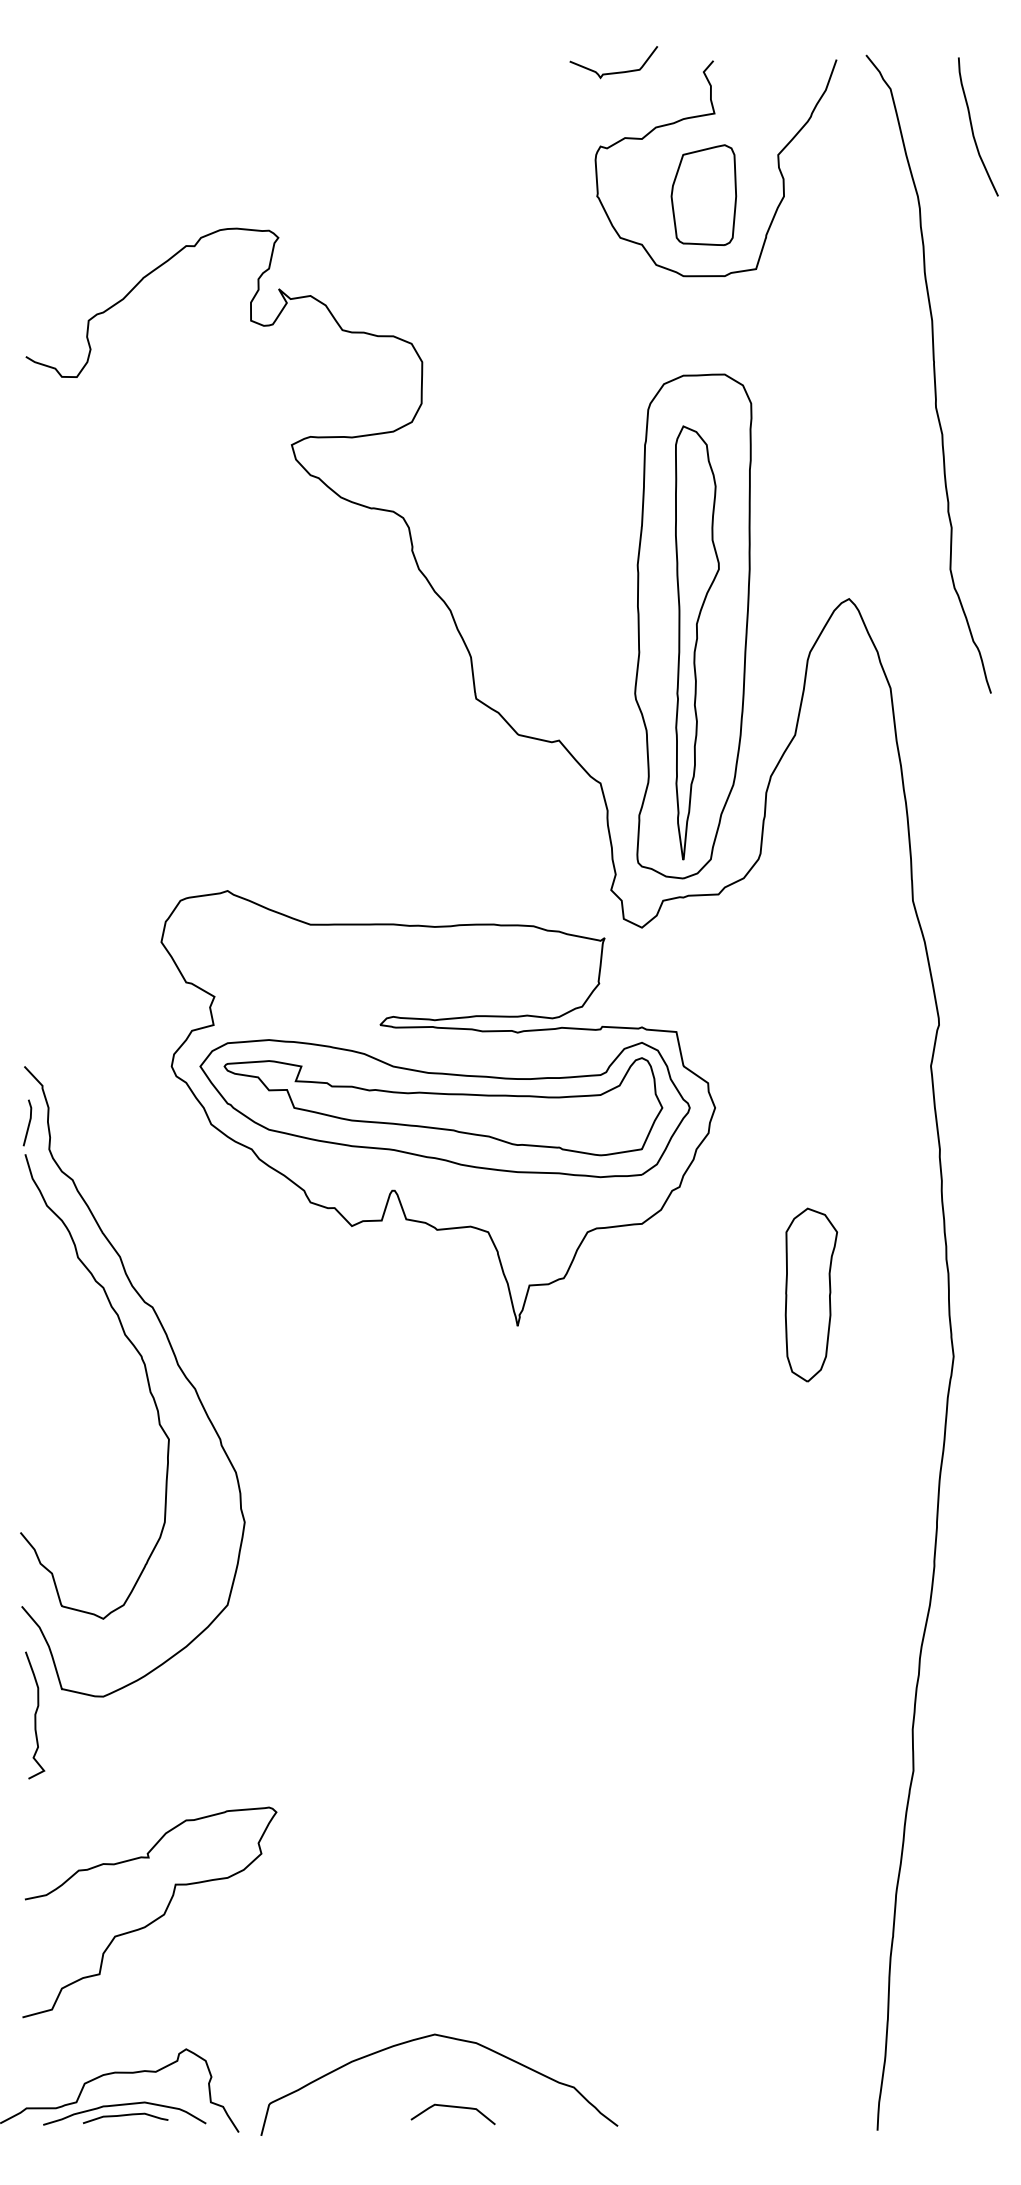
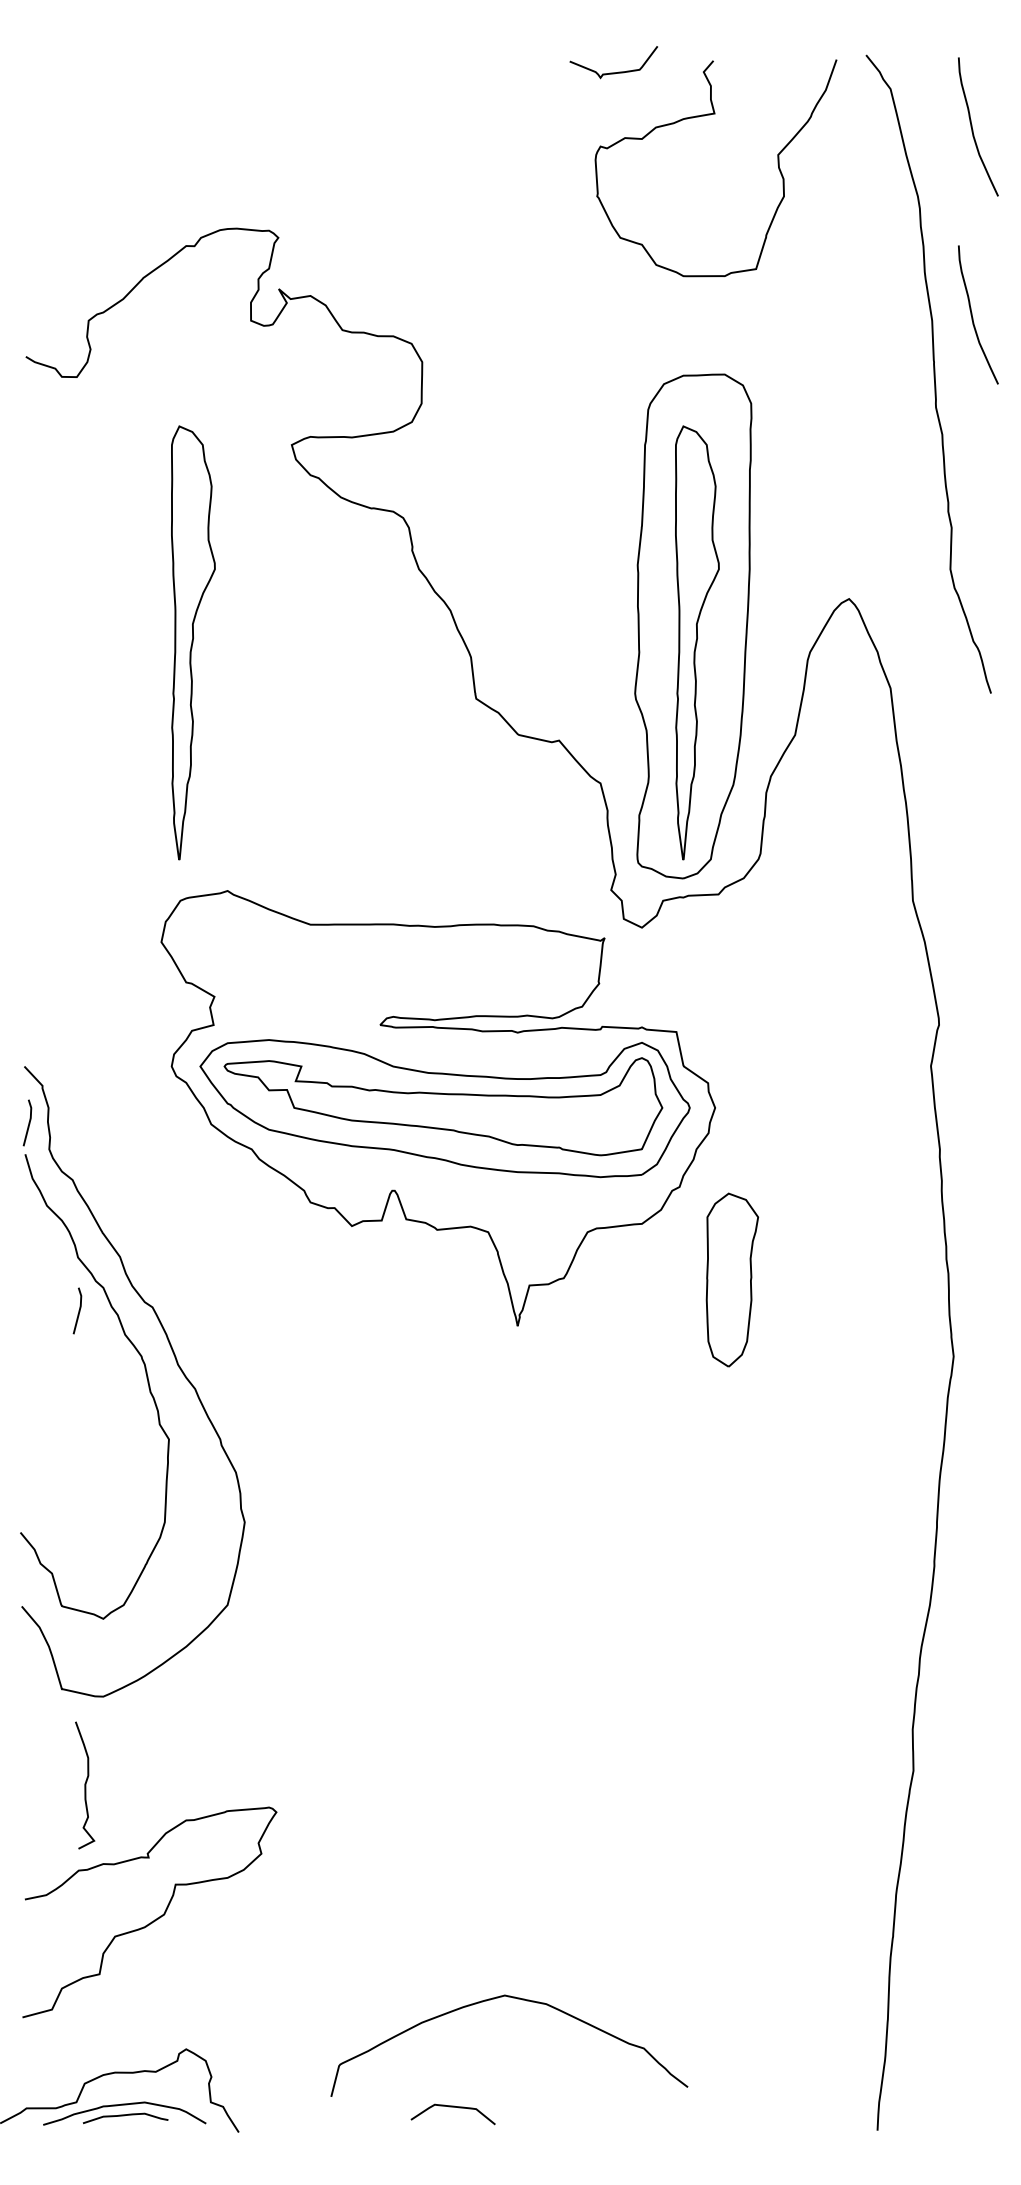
part at (703, 194): present -> none
curve at (973, 317): none -> present
part at (193, 642): none -> present
part at (811, 1294) position: (811, 1294) -> (732, 1279)
line at (78, 1310): none -> present
curve at (35, 1715) position: (35, 1715) -> (85, 1785)
curve at (447, 2038) position: (447, 2038) -> (517, 1999)
